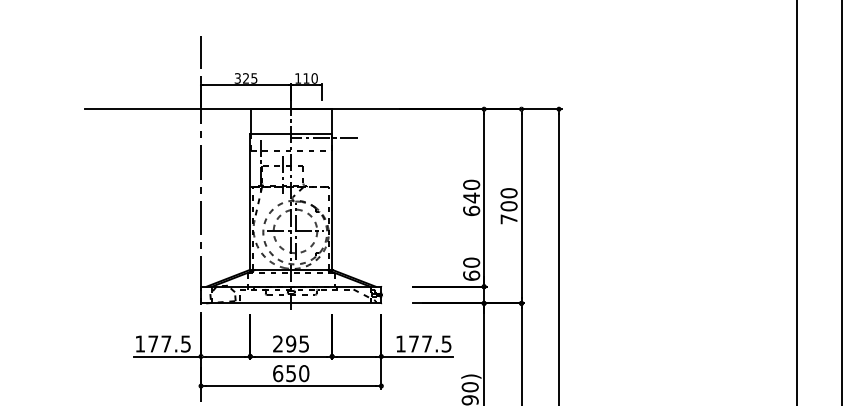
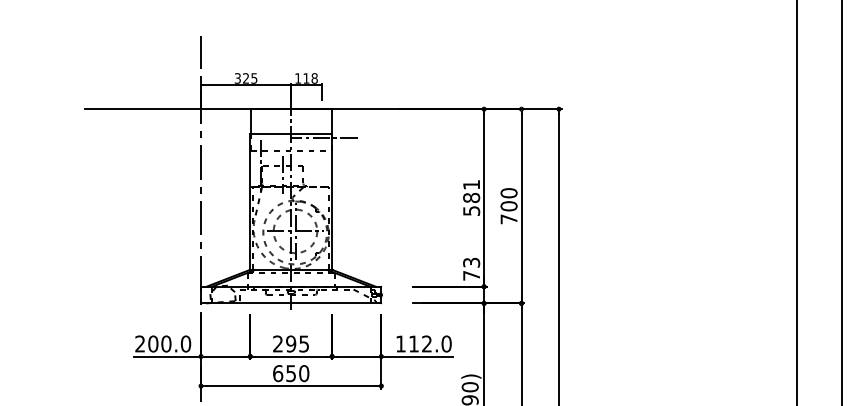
text at (314, 78): 110 -> 118
text at (471, 197): 640 -> 581
text at (471, 268): 60 -> 73
text at (163, 343): 177.5 -> 200.0
text at (430, 343): 177.5 -> 112.0
